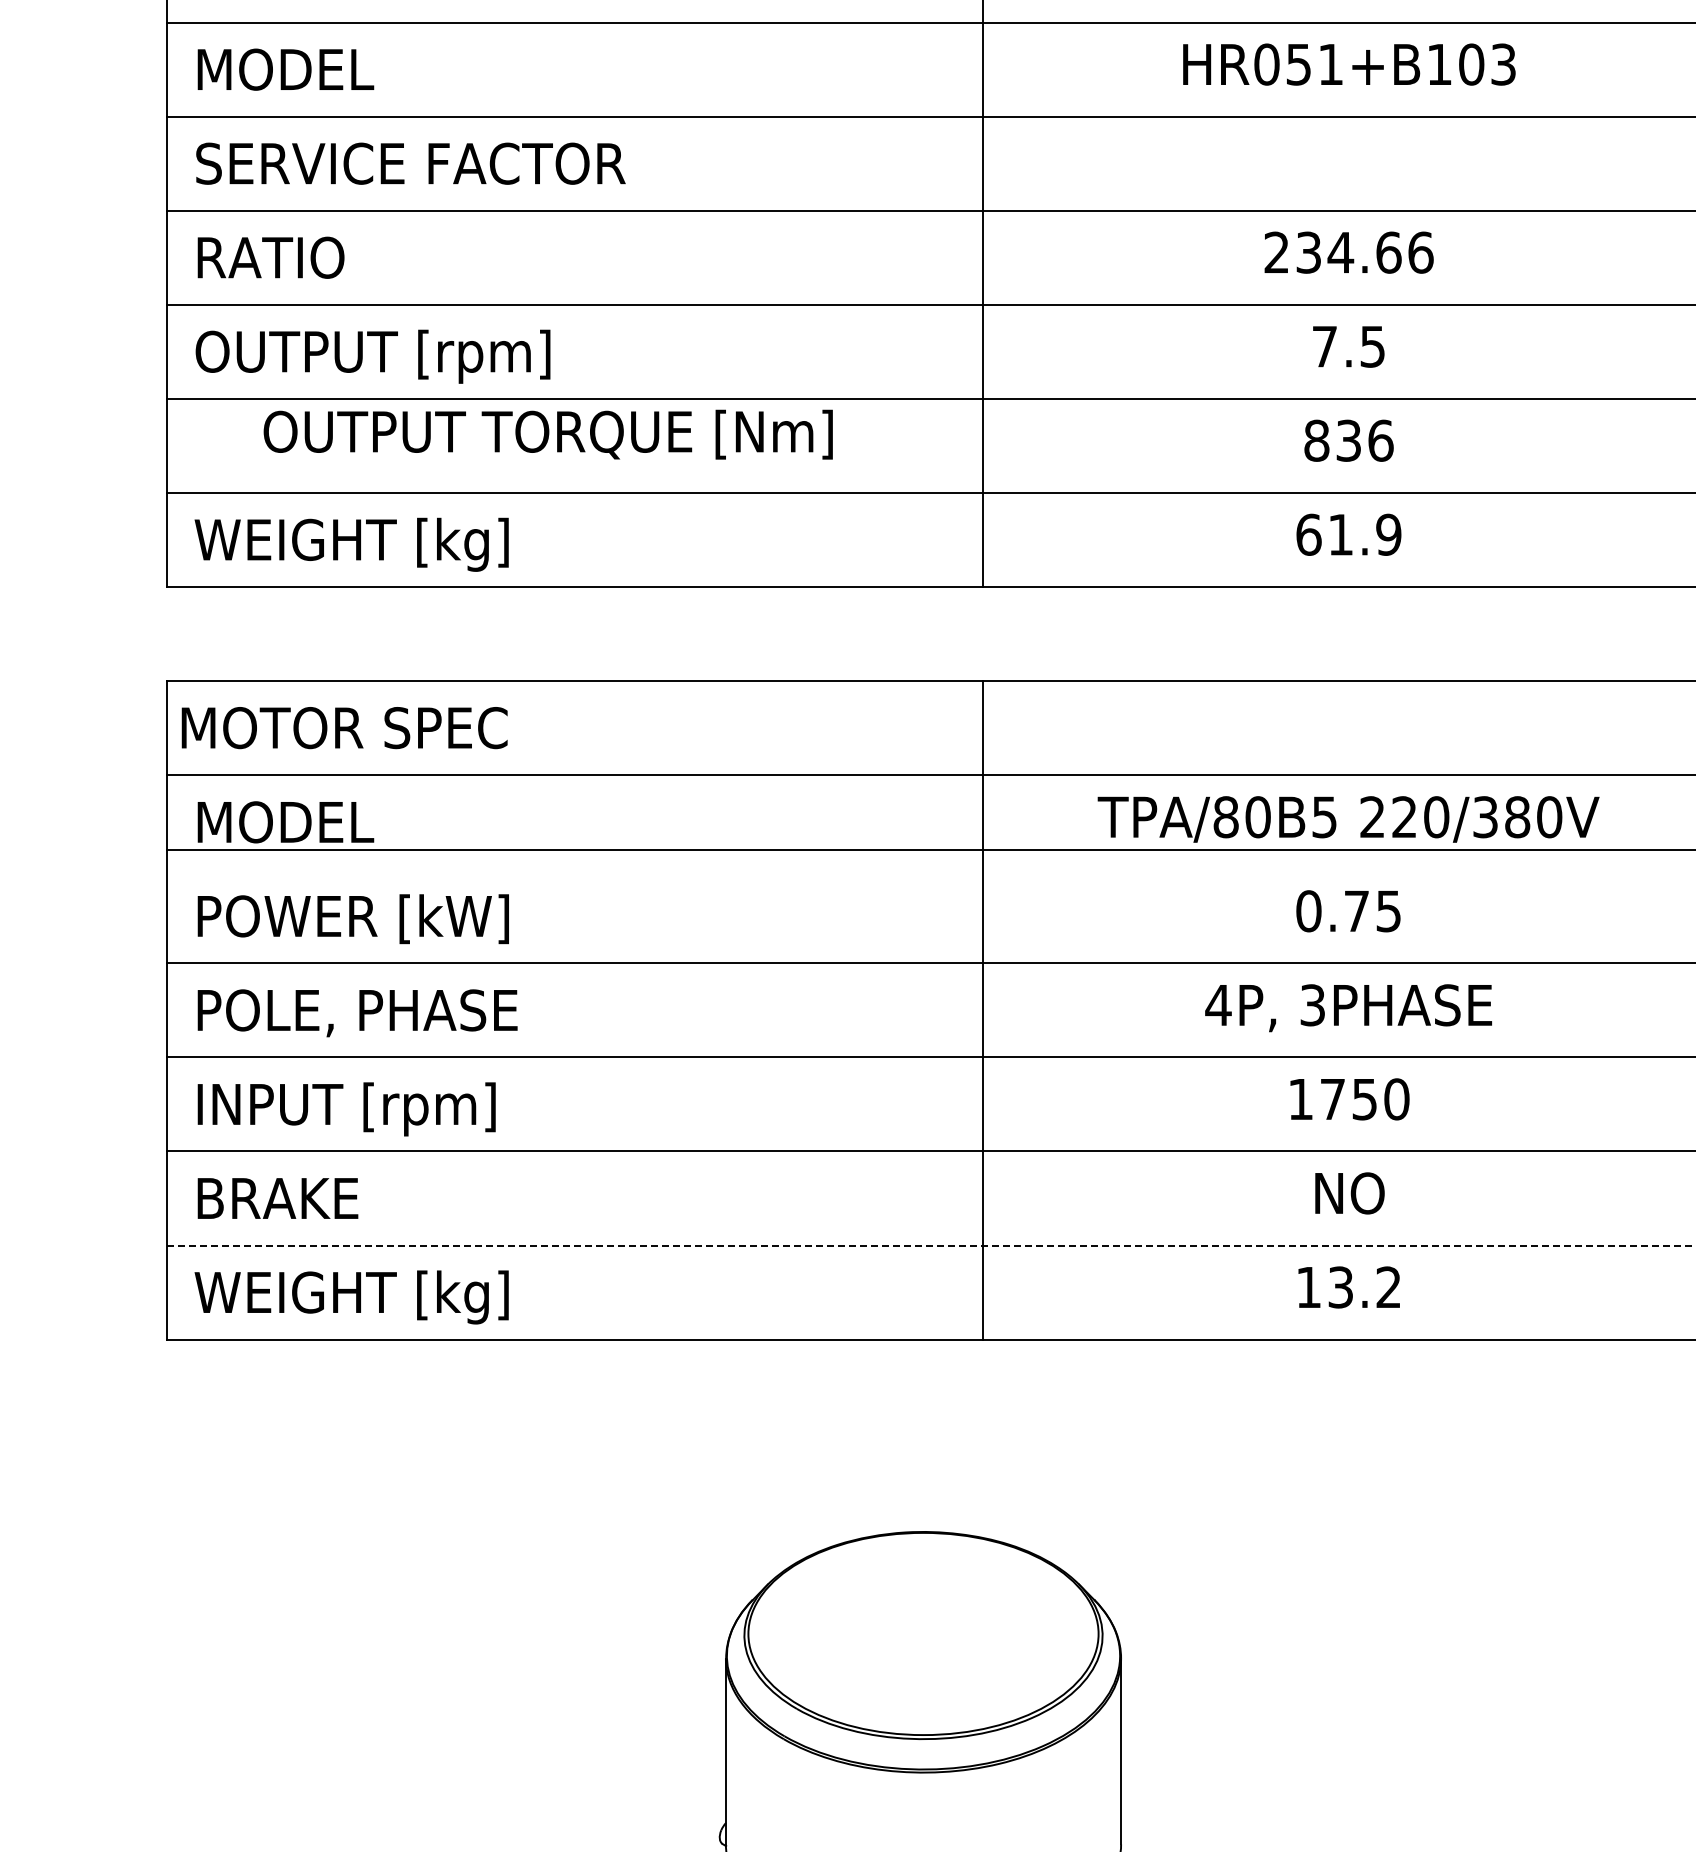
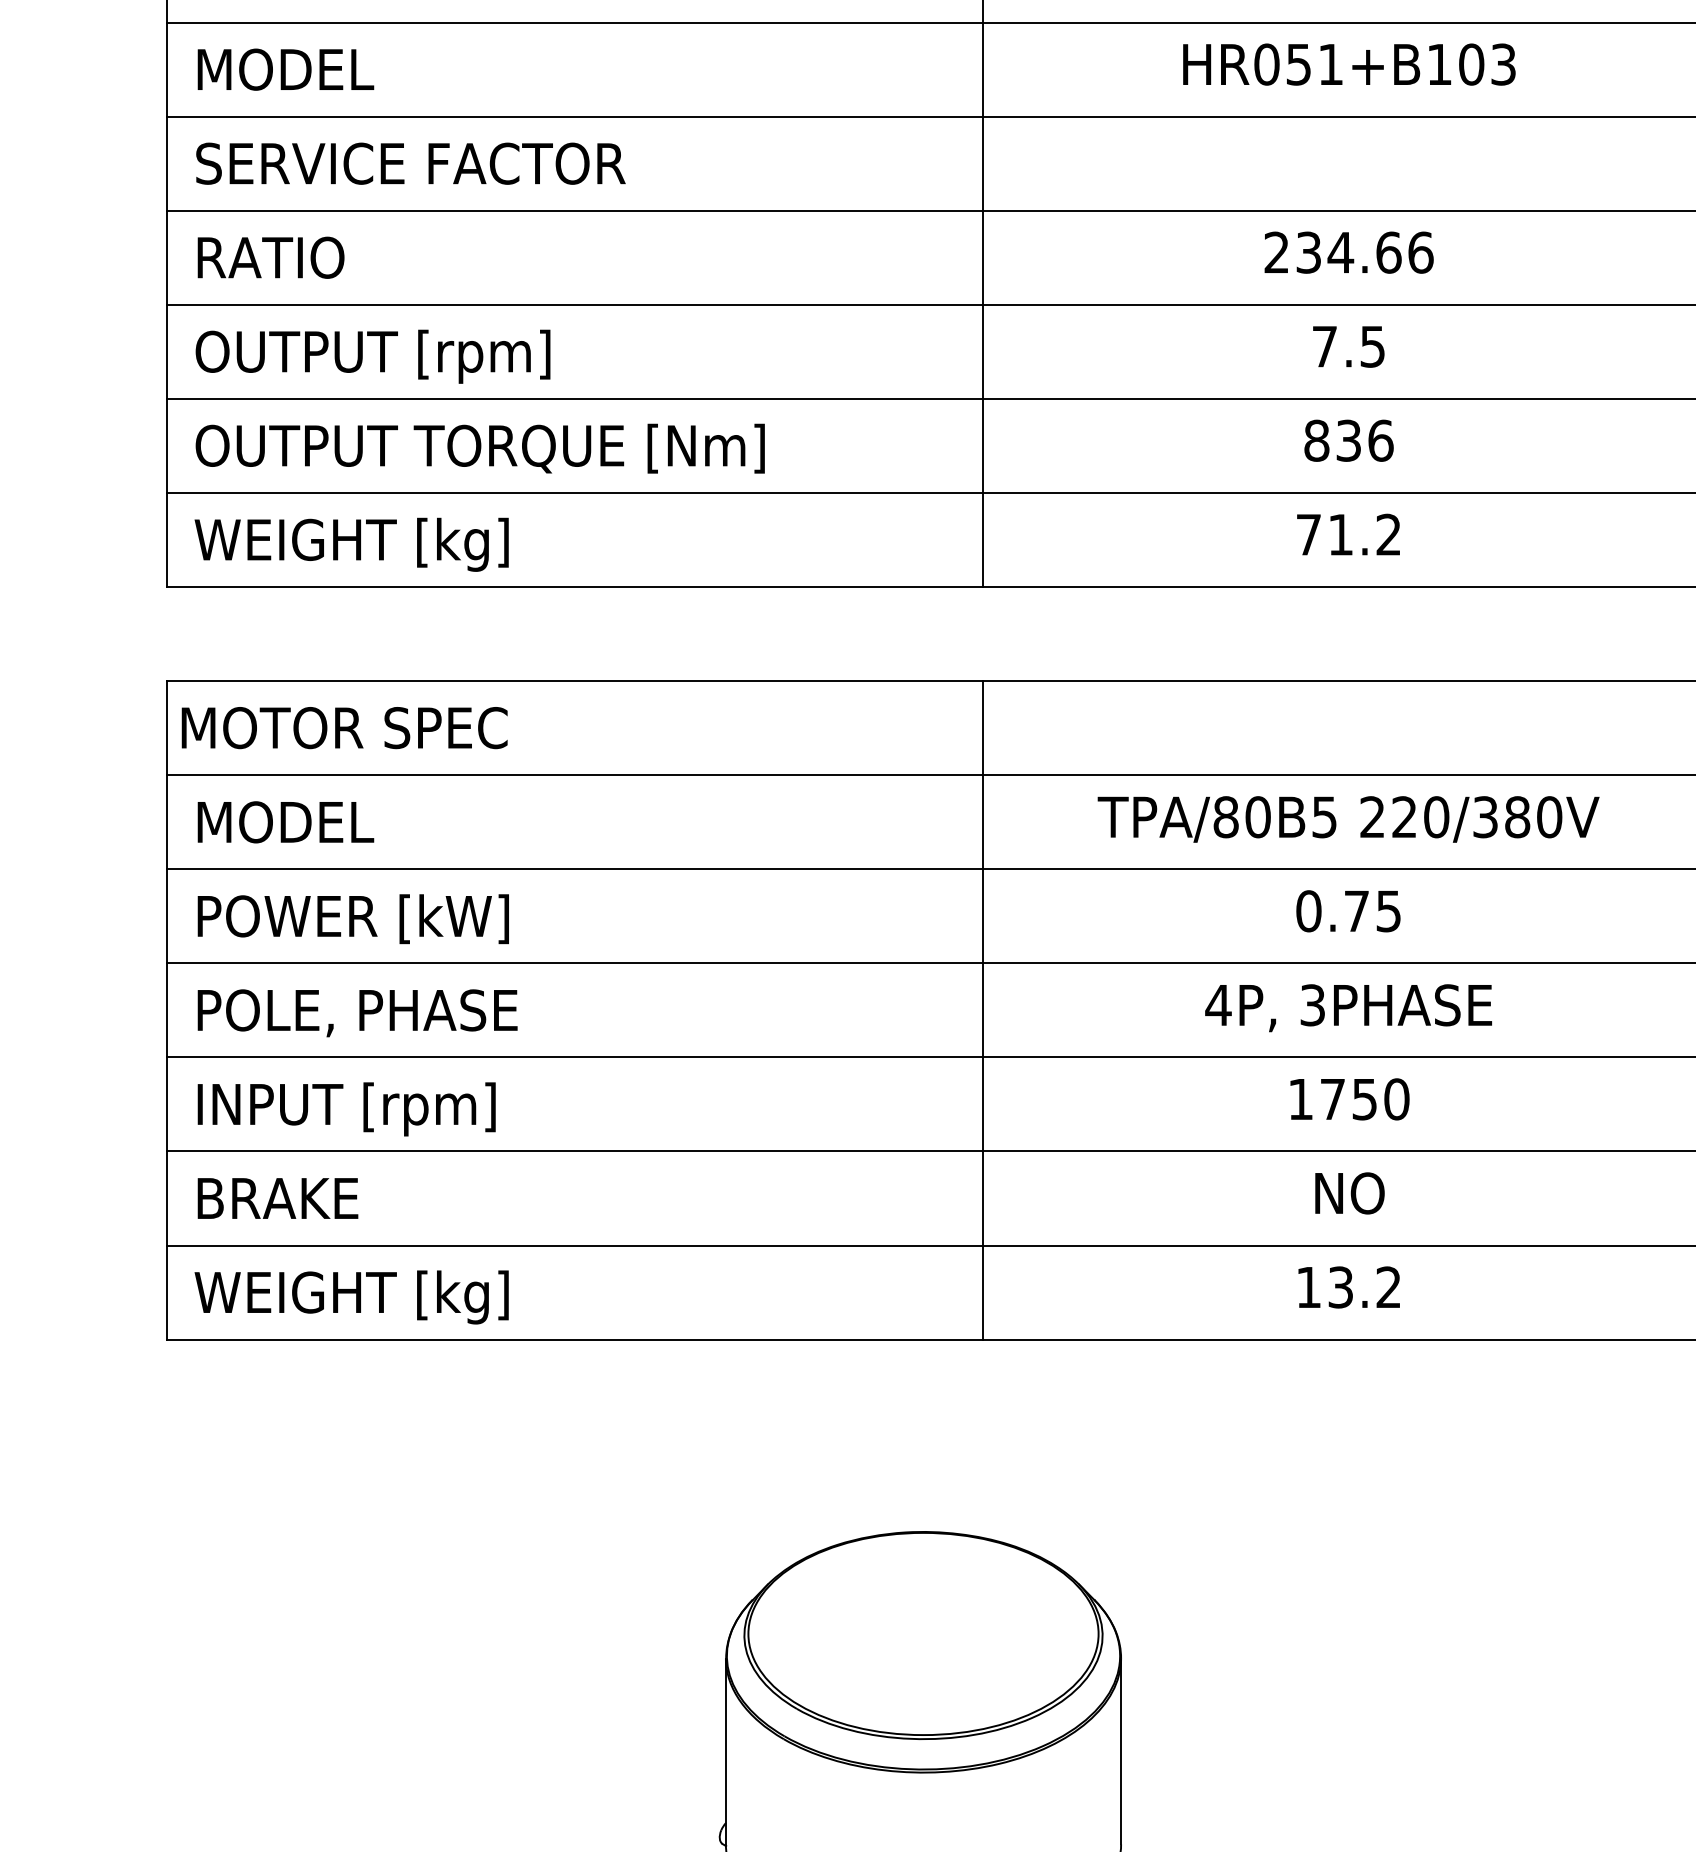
text at (547, 434) position: (547, 434) -> (479, 448)
text at (1348, 534): 61.9 -> 71.2
line at (929, 850) position: (929, 850) -> (929, 869)
line at (931, 1245): dashed -> solid
